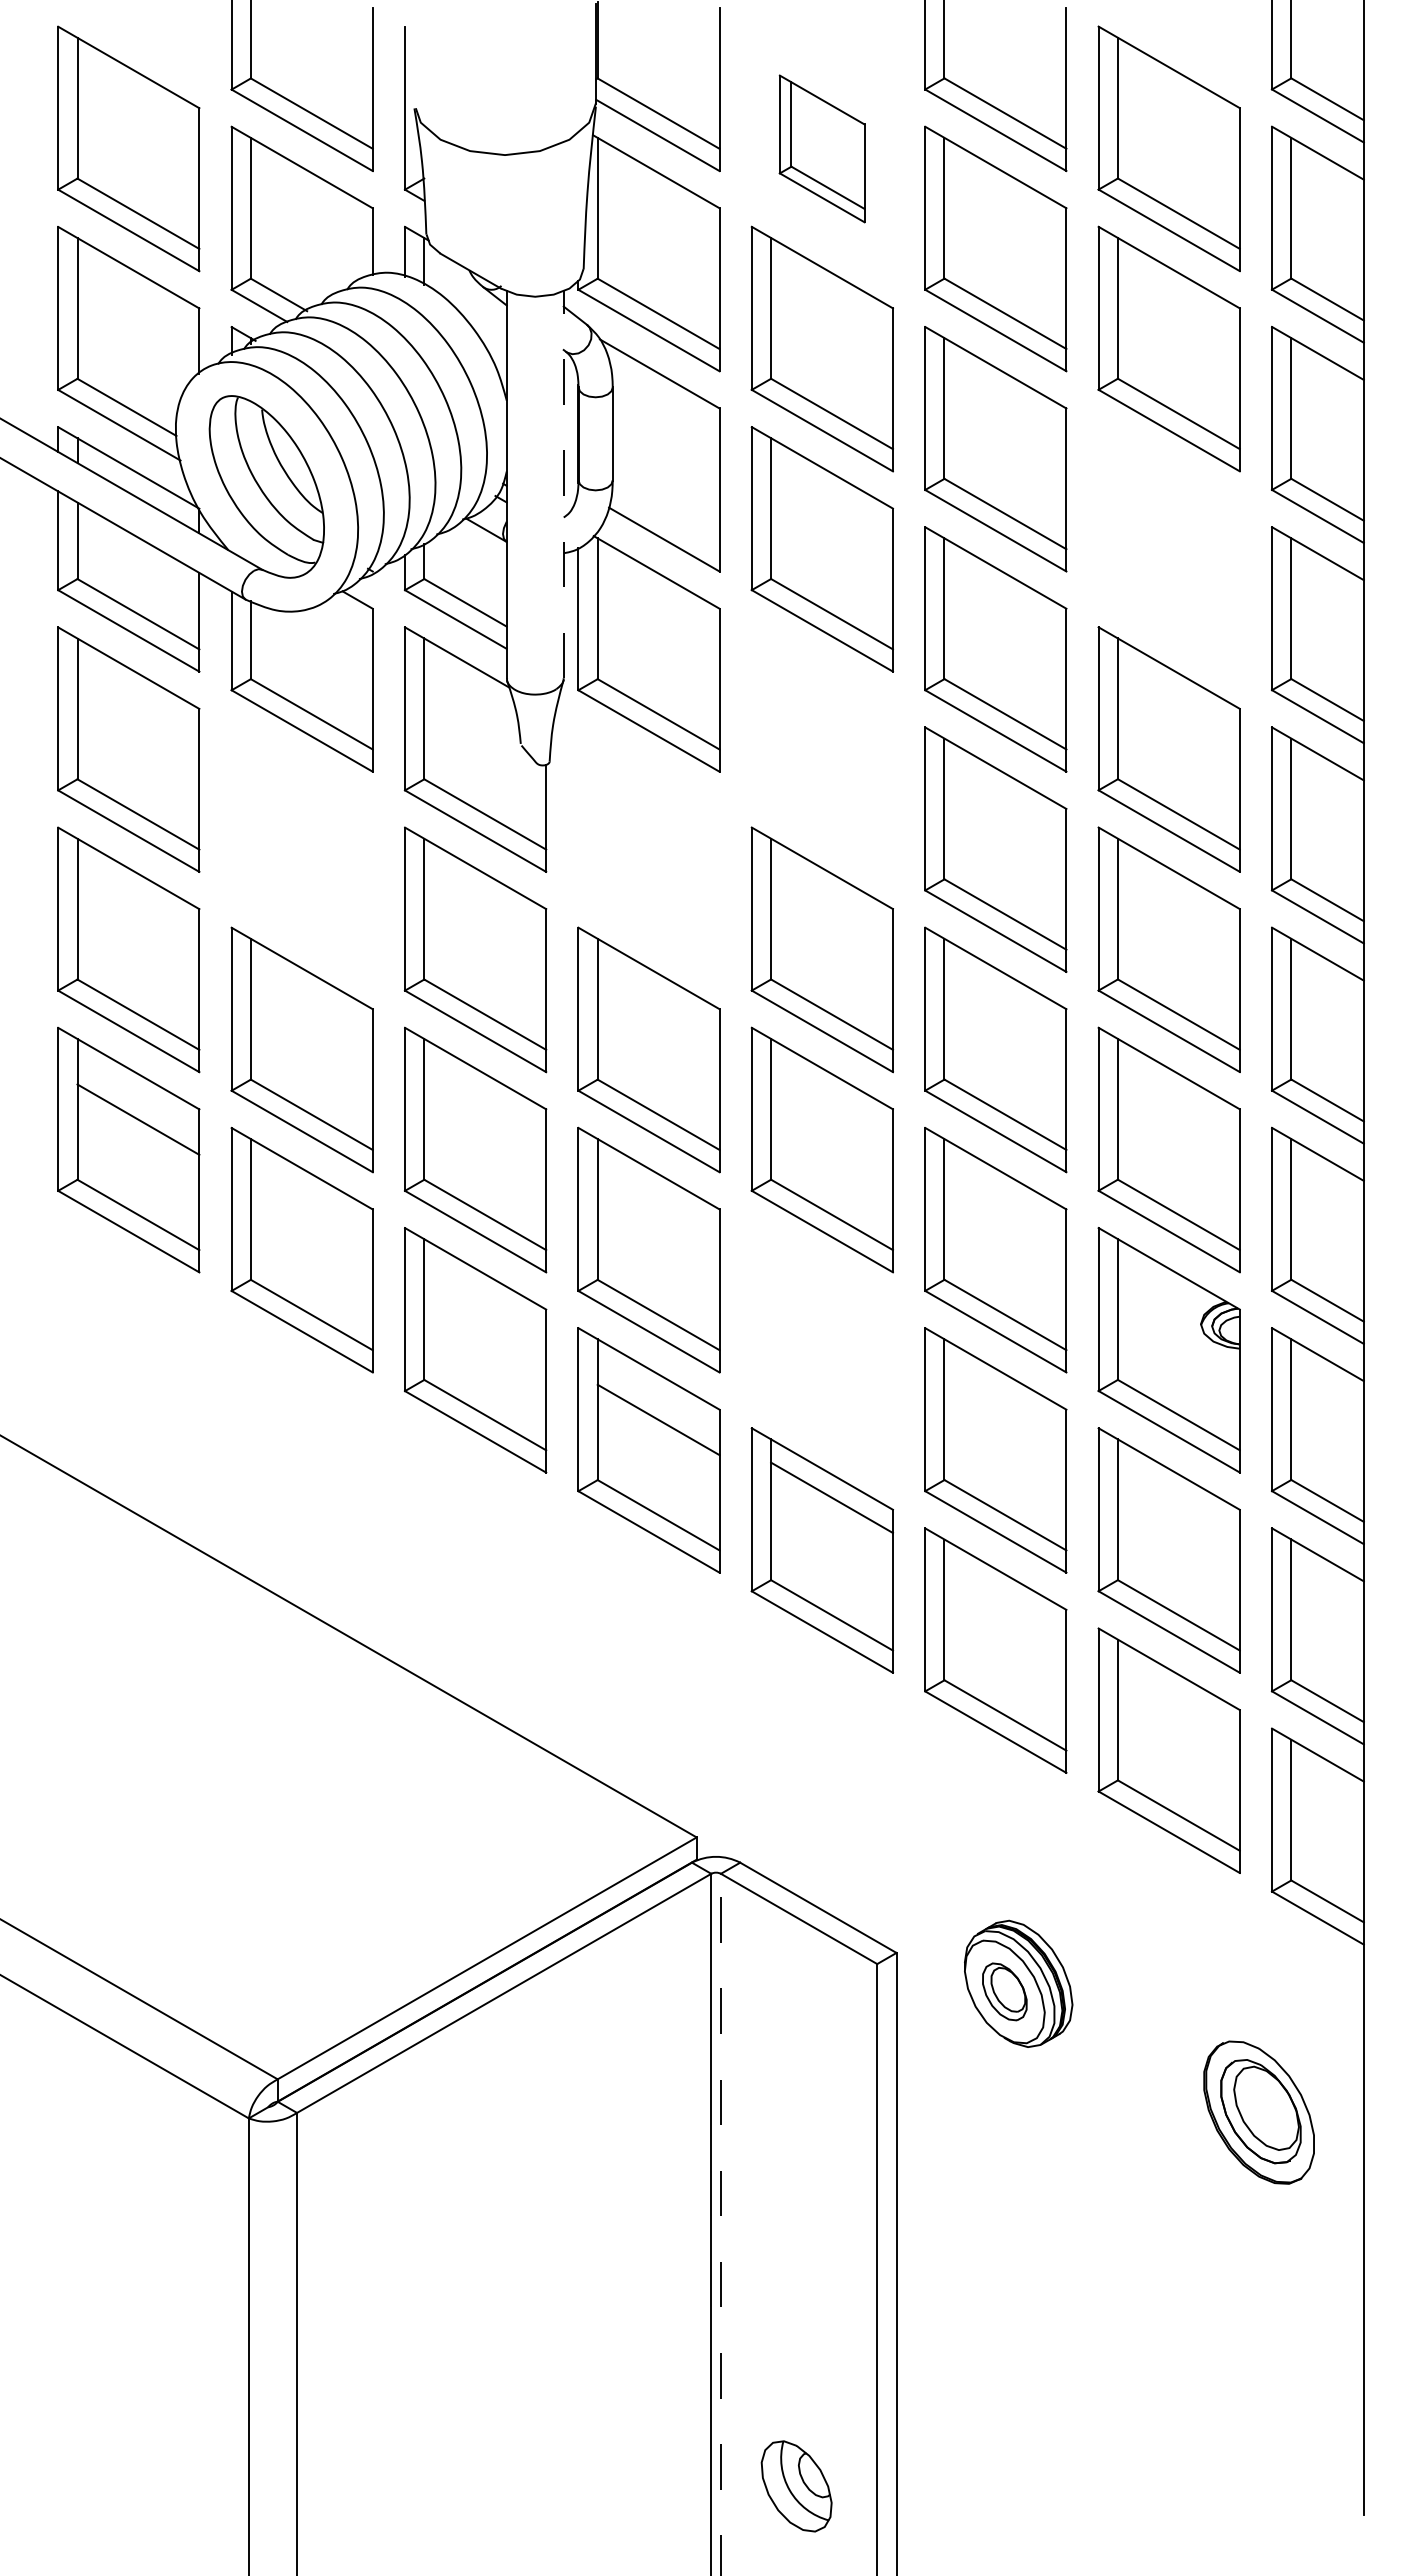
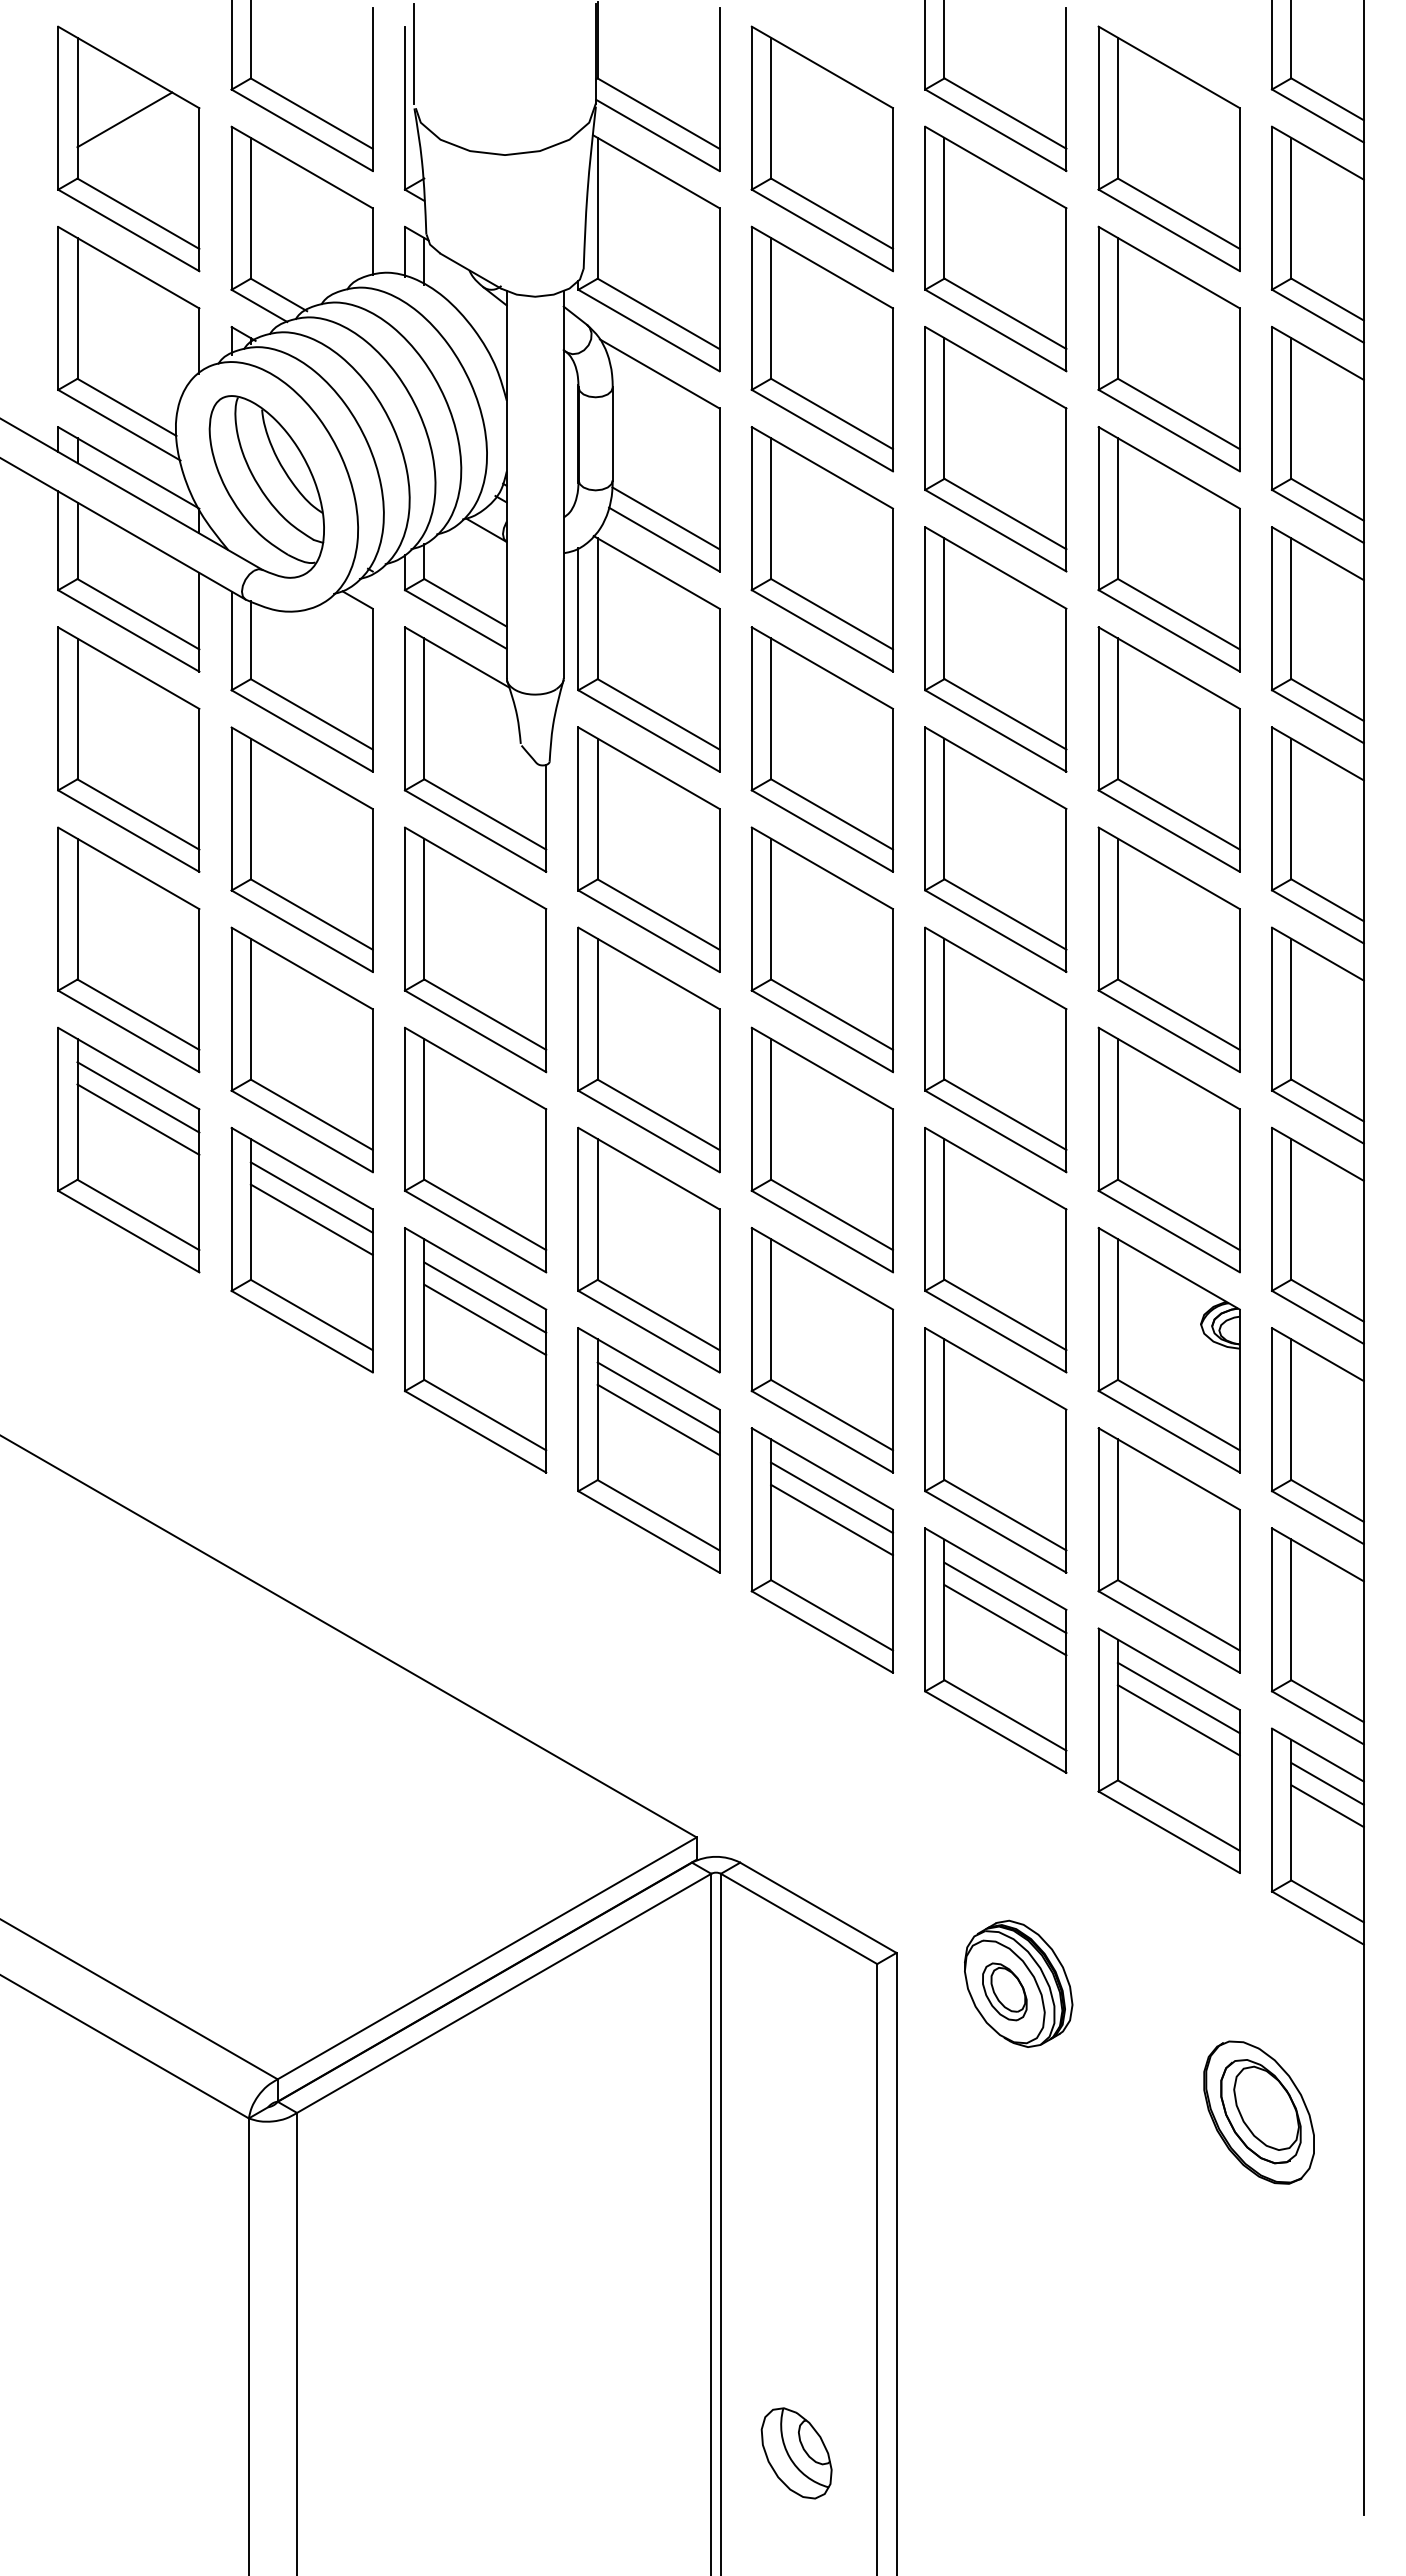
line at (413, 54): none -> present
line at (124, 119): none -> present
part at (821, 148) size: 88x150 px -> 144x248 px
line at (563, 484): dashed -> solid
line at (665, 518): none -> present
part at (1168, 549): none -> present
part at (821, 749): none -> present
part at (301, 849): none -> present
part at (648, 849): none -> present
line at (138, 1097): none -> present
line at (311, 1197): none -> present
line at (311, 1219): none -> present
line at (485, 1297): none -> present
line at (485, 1319): none -> present
part at (821, 1350): none -> present
line at (658, 1397): none -> present
line at (831, 1519): none -> present
line at (1005, 1597): none -> present
line at (1005, 1620): none -> present
line at (1178, 1697): none -> present
line at (1178, 1720): none -> present
line at (1327, 1783): none -> present
line at (1327, 1806): none -> present
line at (720, 2224): dashed -> solid
part at (796, 2486) position: (796, 2486) -> (796, 2453)
